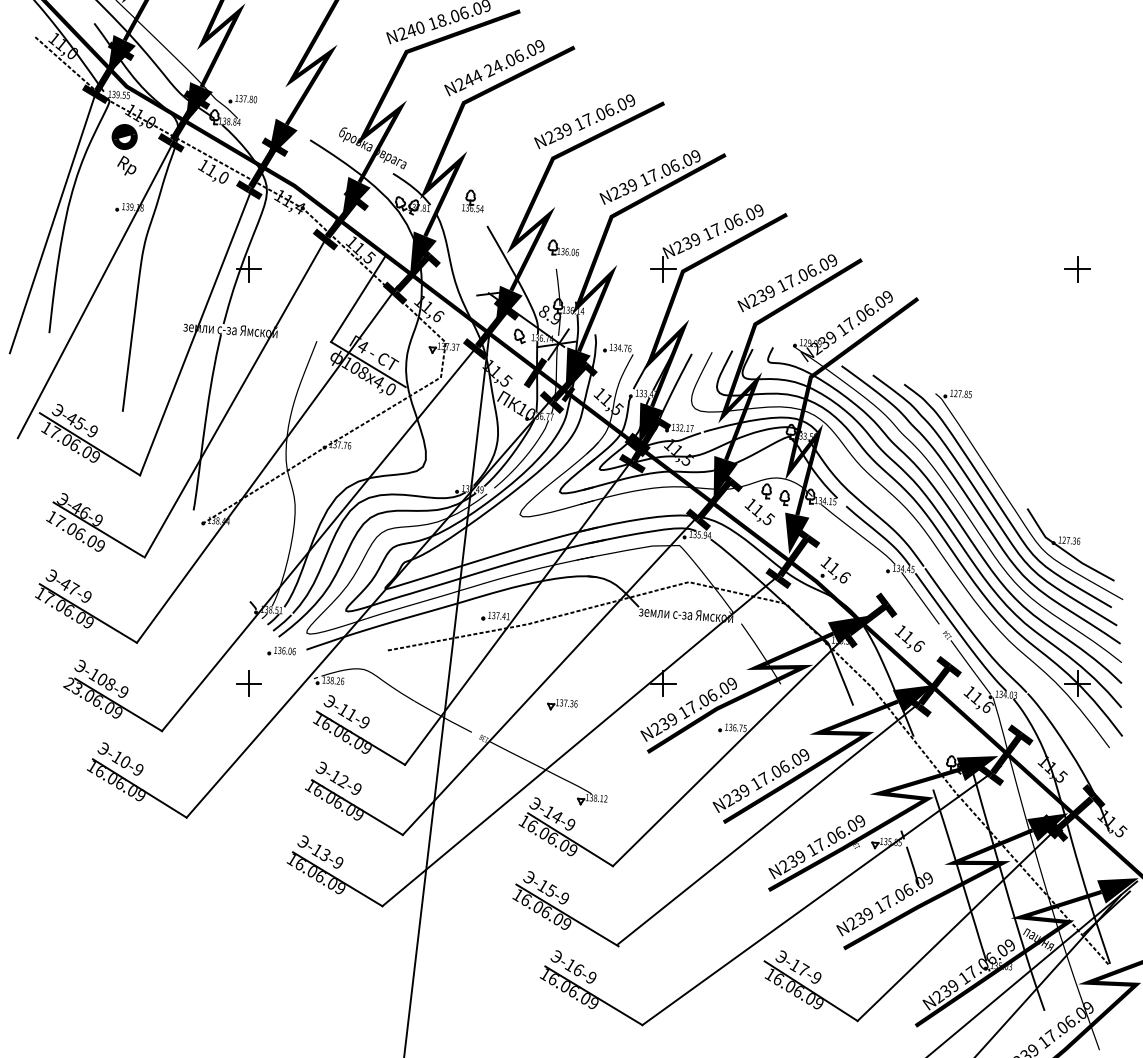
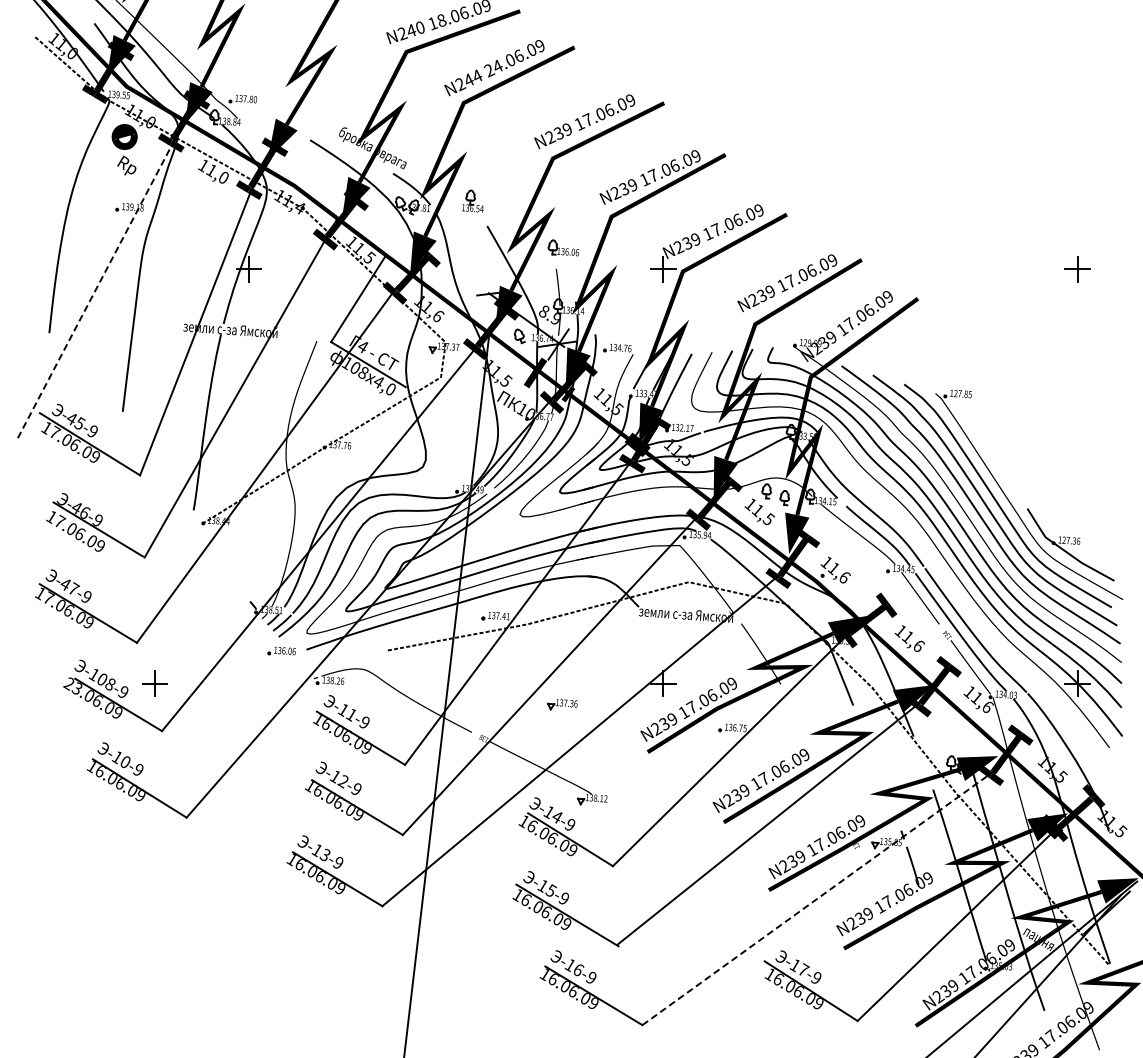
line at (53, 219): present -> none
line at (100, 281): solid -> dashed
part at (248, 683) position: (248, 683) -> (154, 683)
line at (822, 895): solid -> dashed
